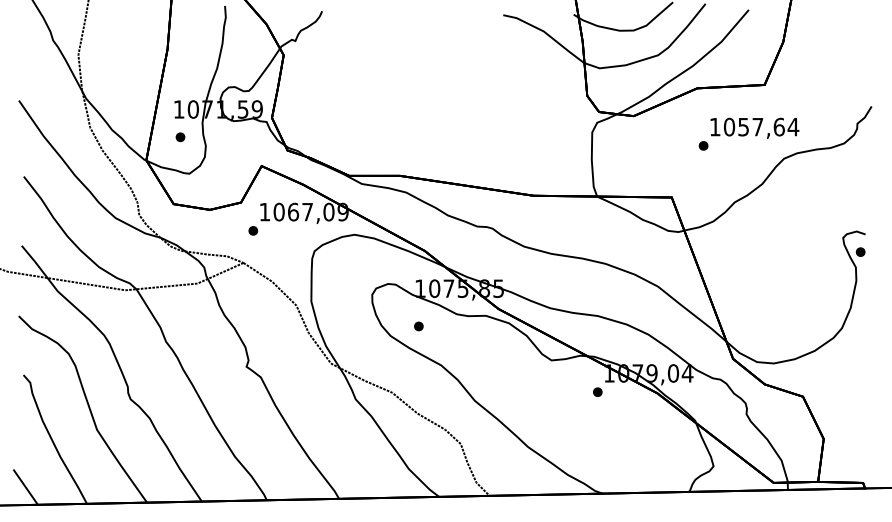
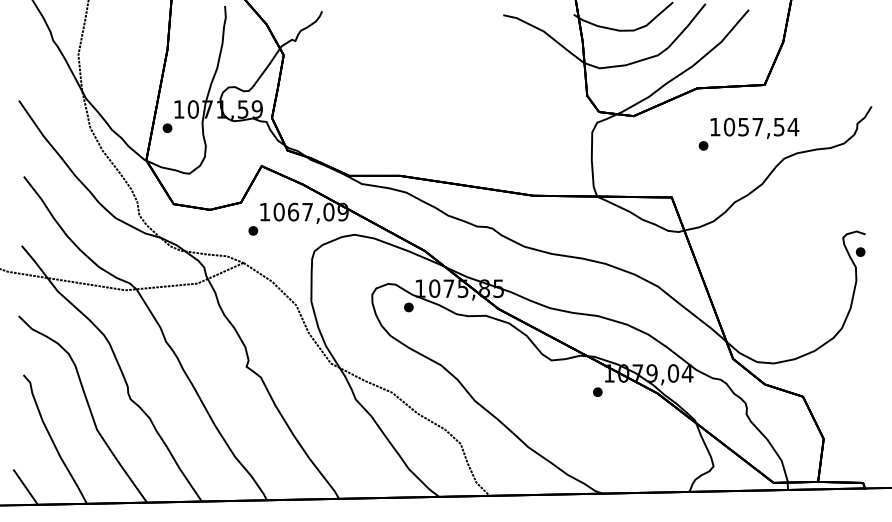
text at (778, 126): 1057,64 -> 1057,54
part at (180, 137) position: (180, 137) -> (167, 128)
part at (418, 326) position: (418, 326) -> (408, 307)
